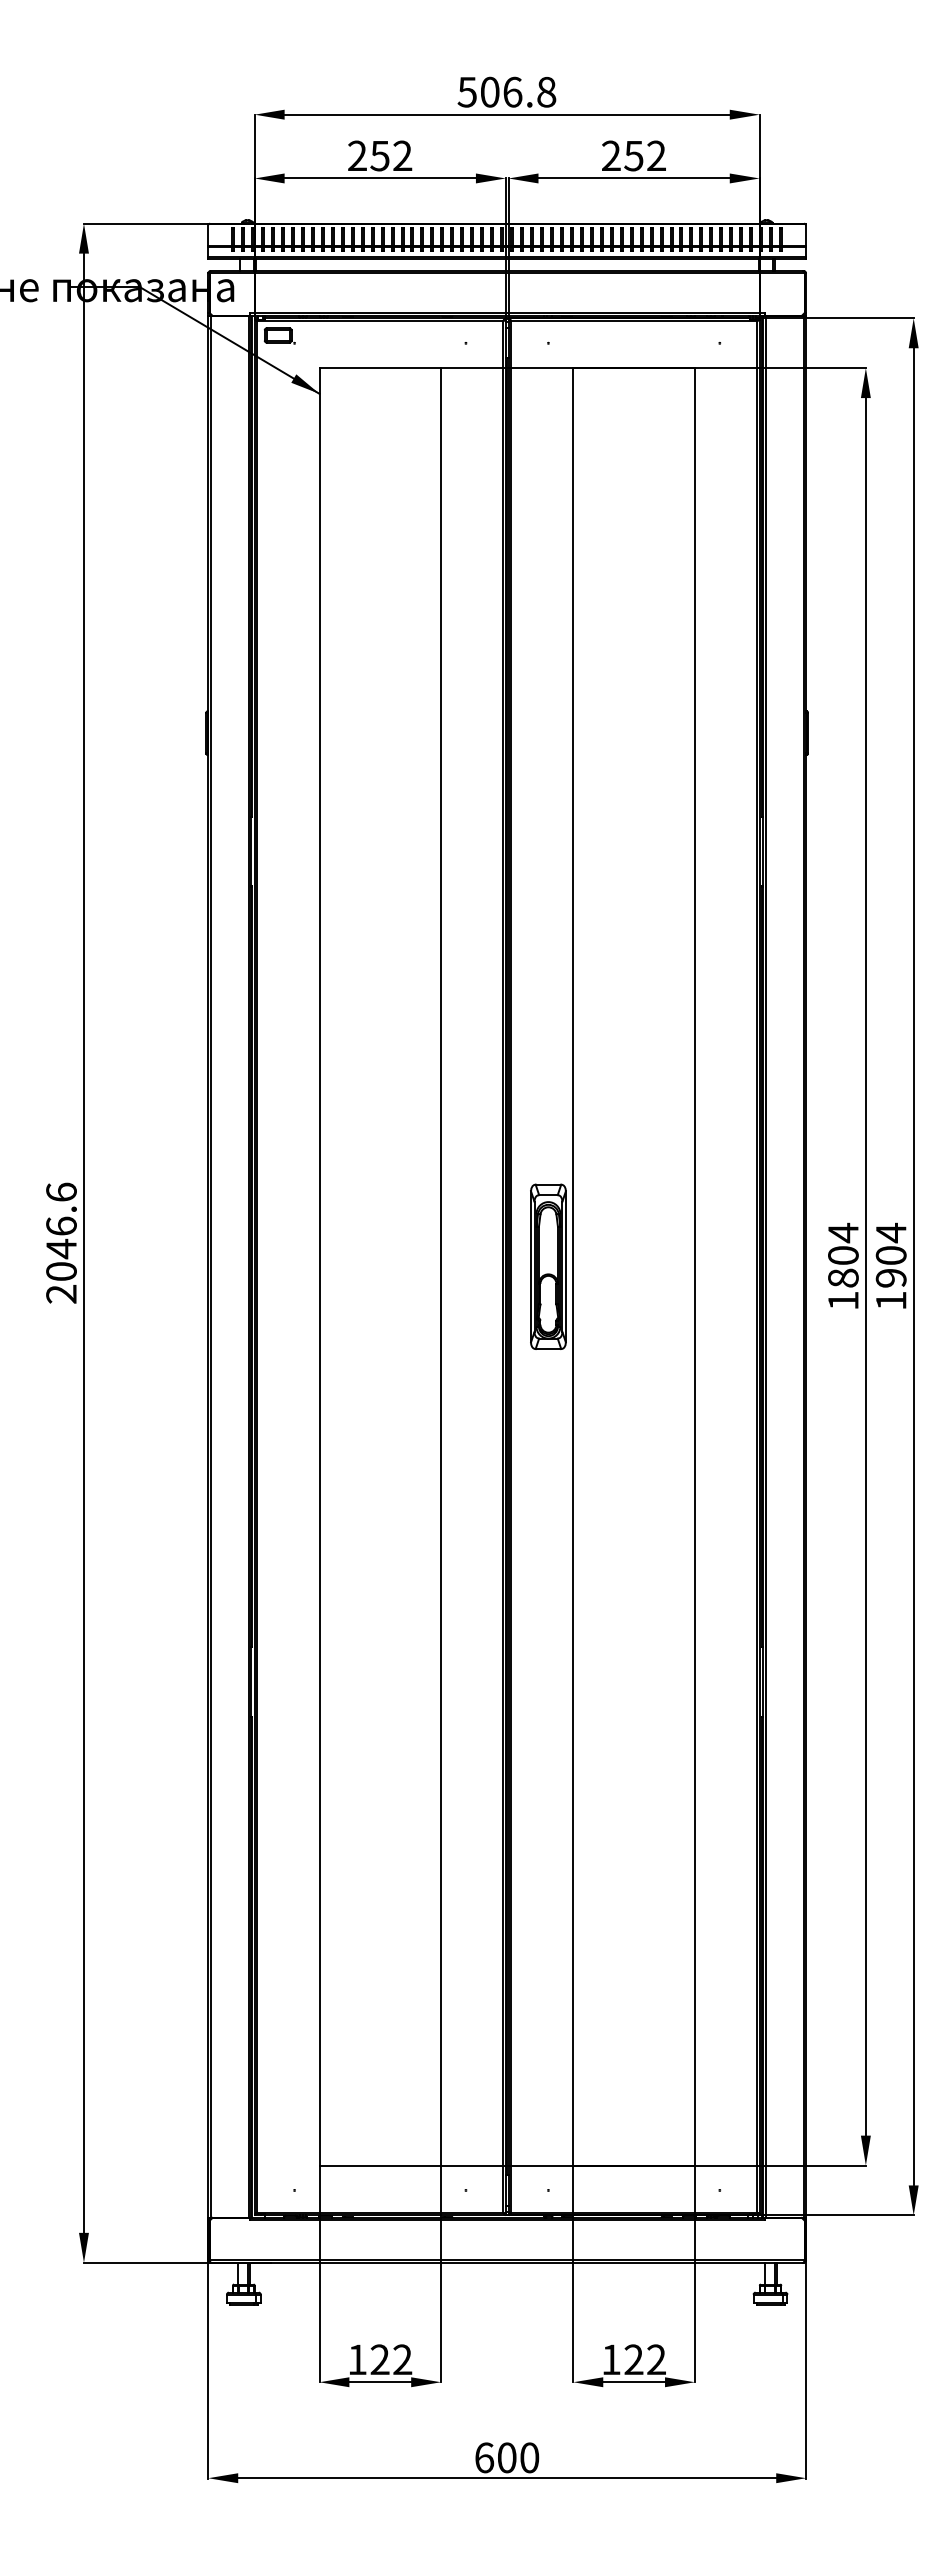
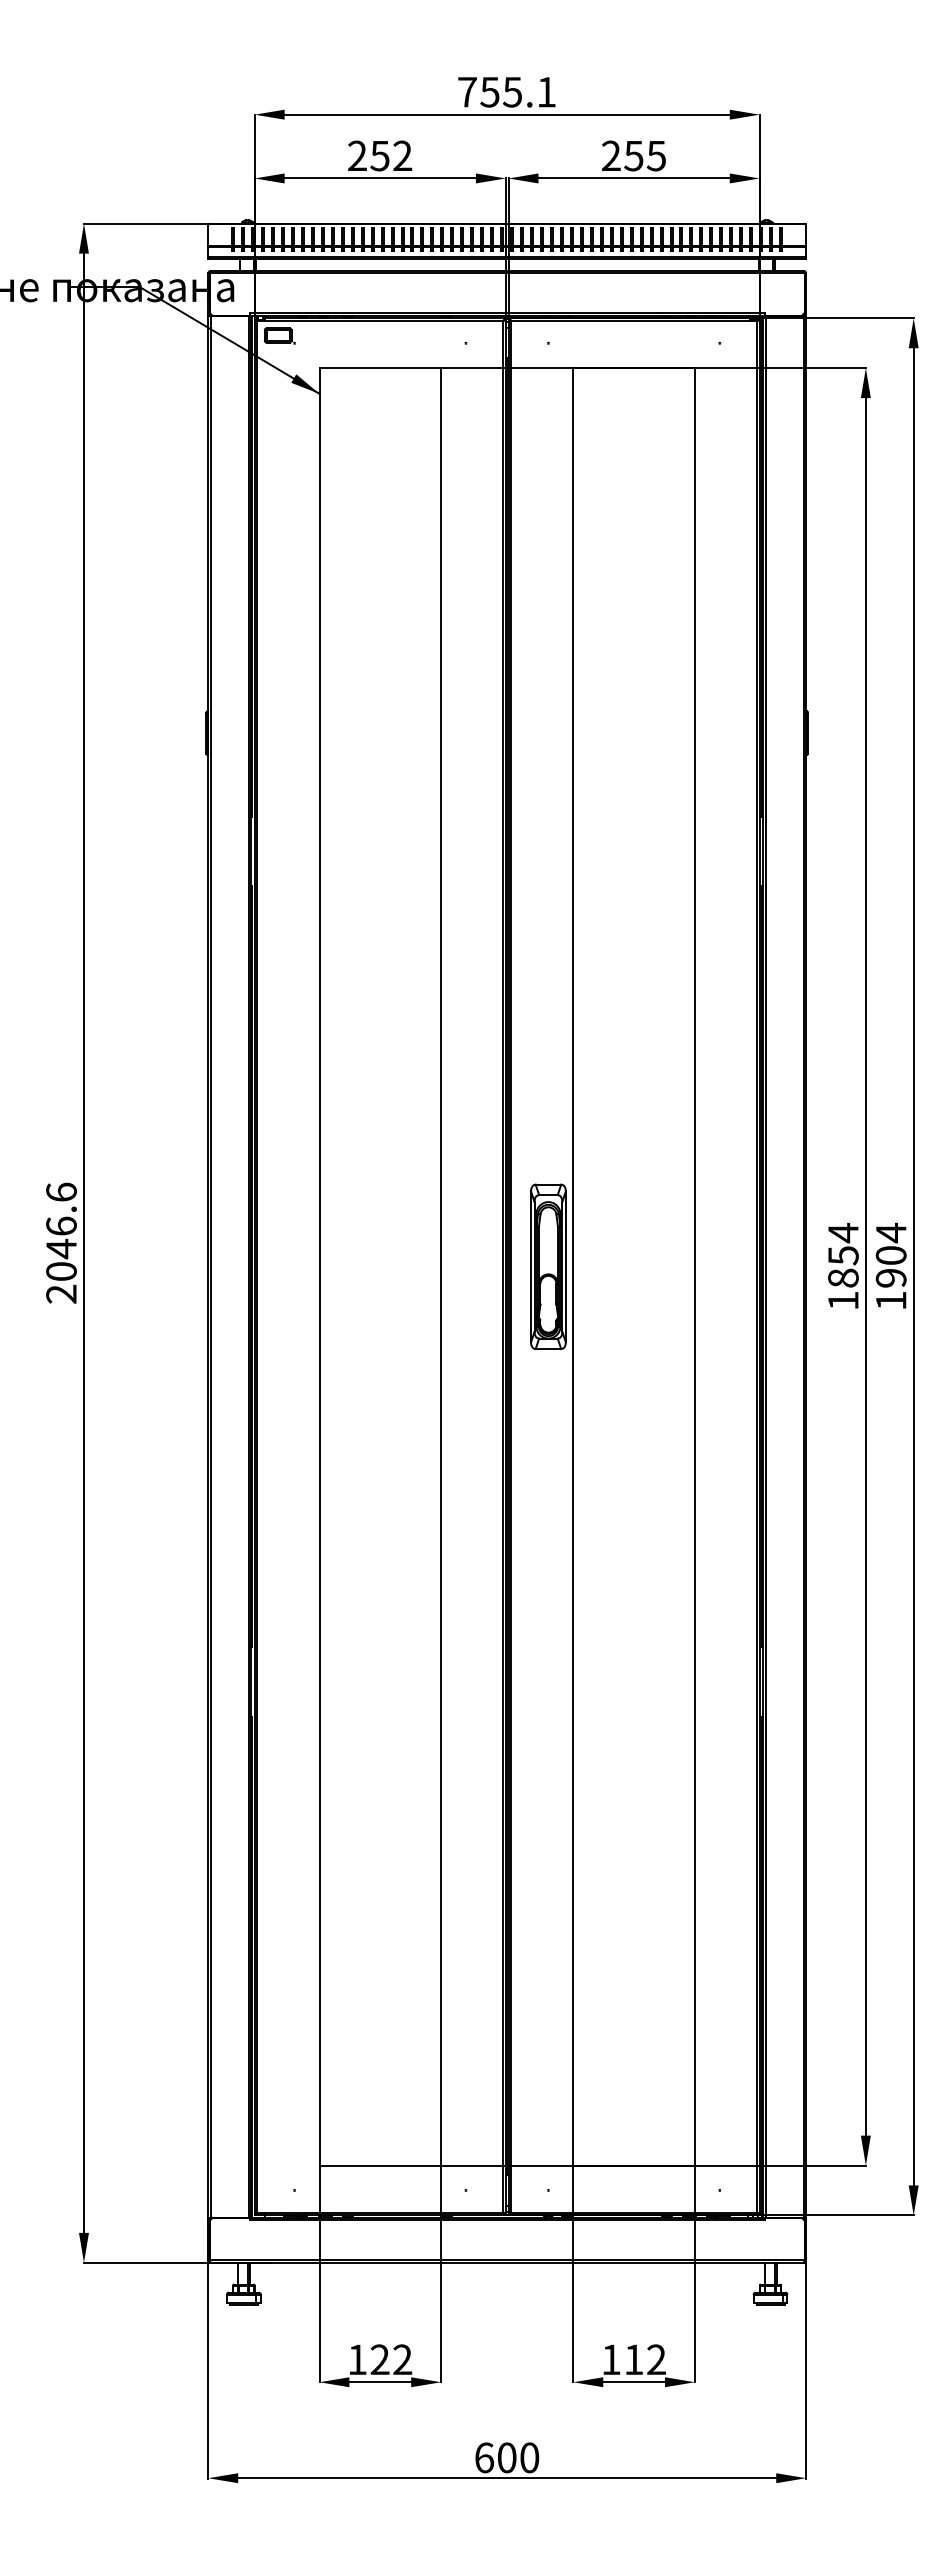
text at (506, 91): 506.8 -> 755.1
text at (655, 155): 252 -> 255
text at (843, 1255): 1804 -> 1854
text at (633, 2359): 122 -> 112
